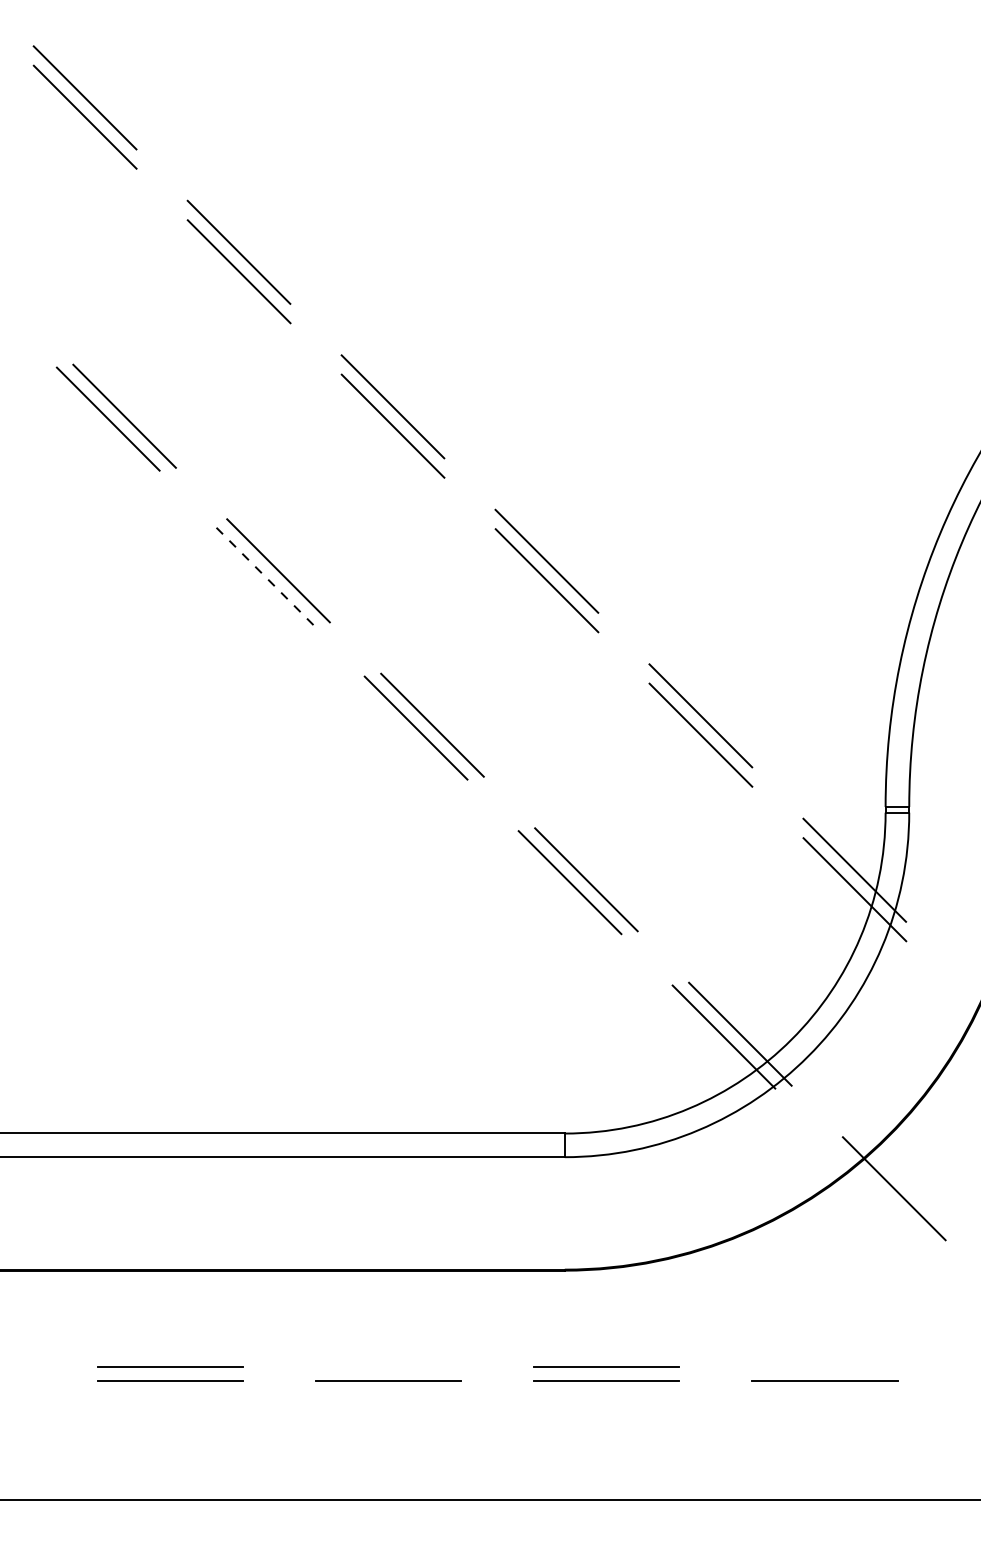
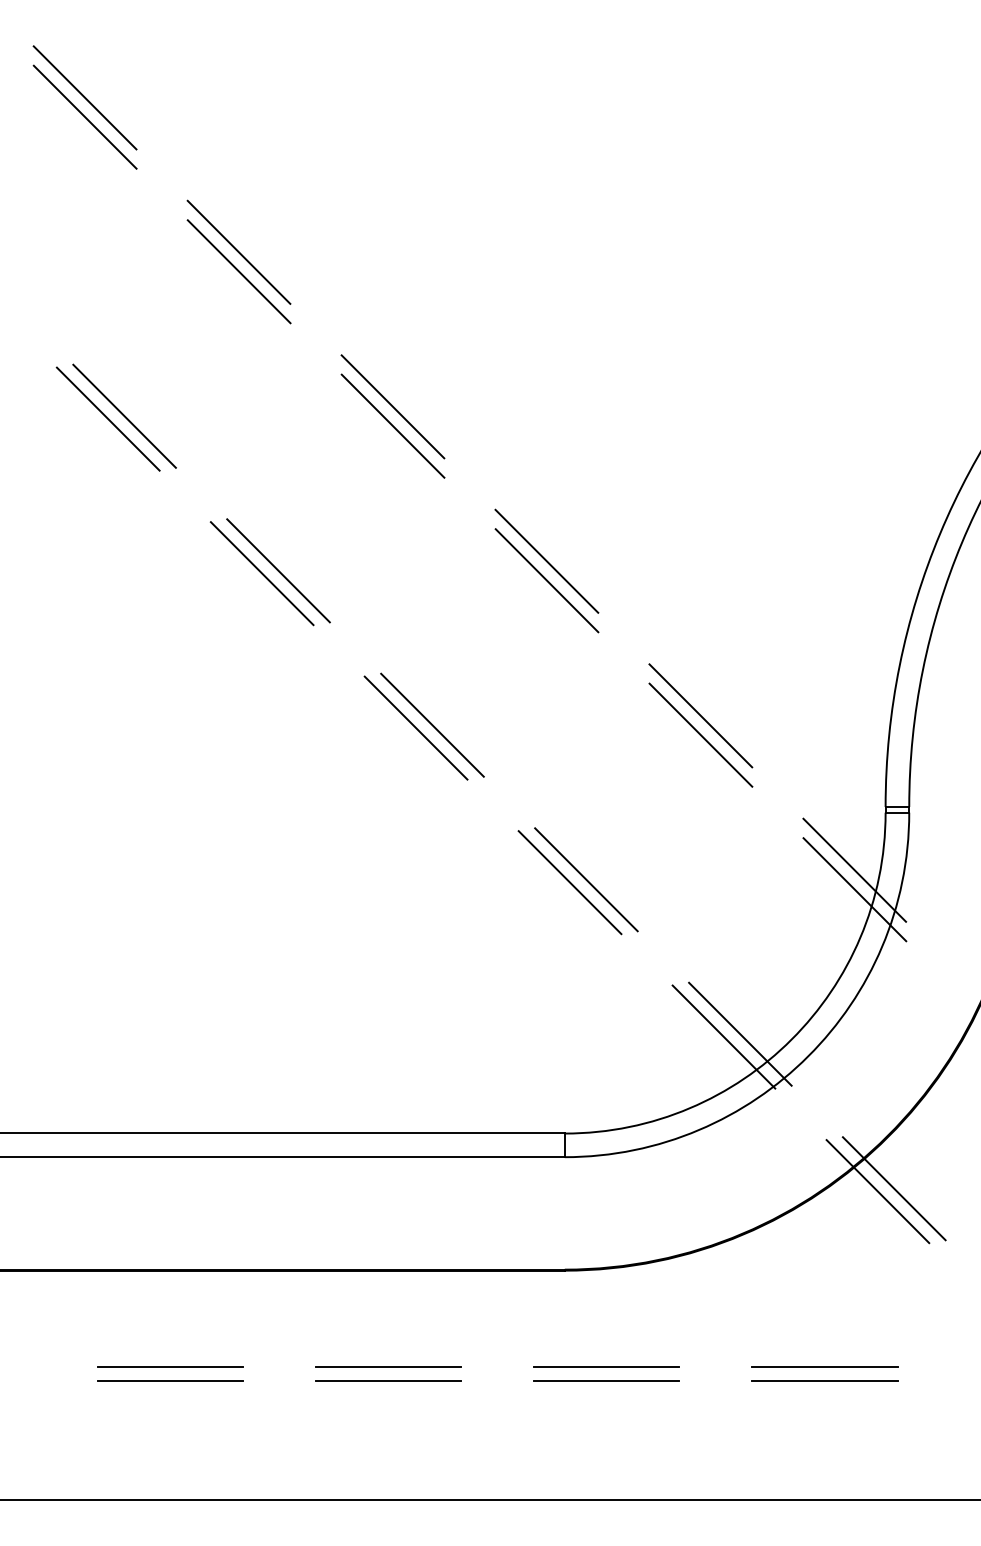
line at (262, 573): dashed -> solid
line at (877, 1191): none -> present
line at (824, 1366): none -> present
line at (388, 1367): none -> present
